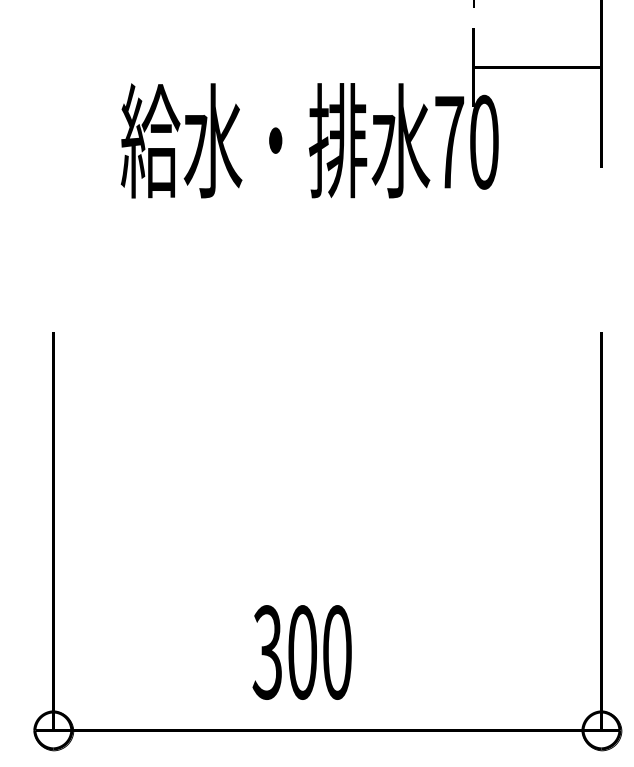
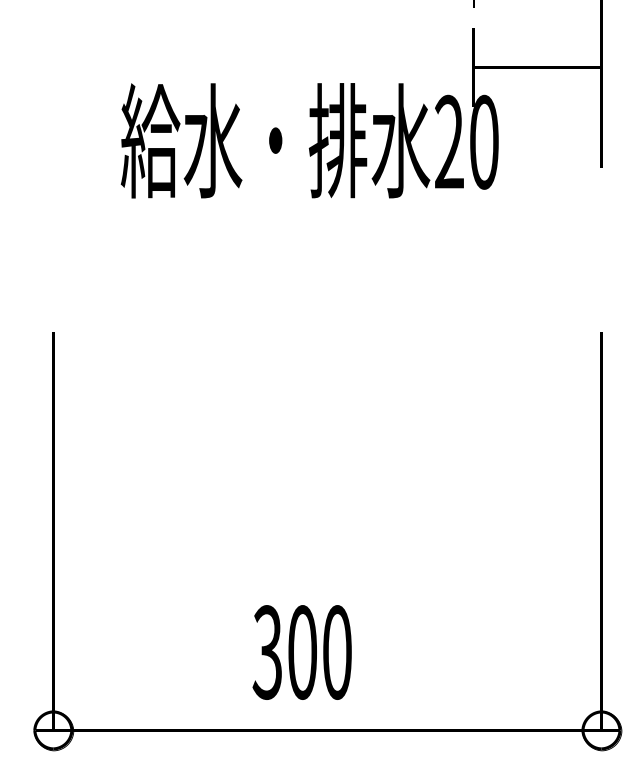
text at (449, 141): 70 -> 20
